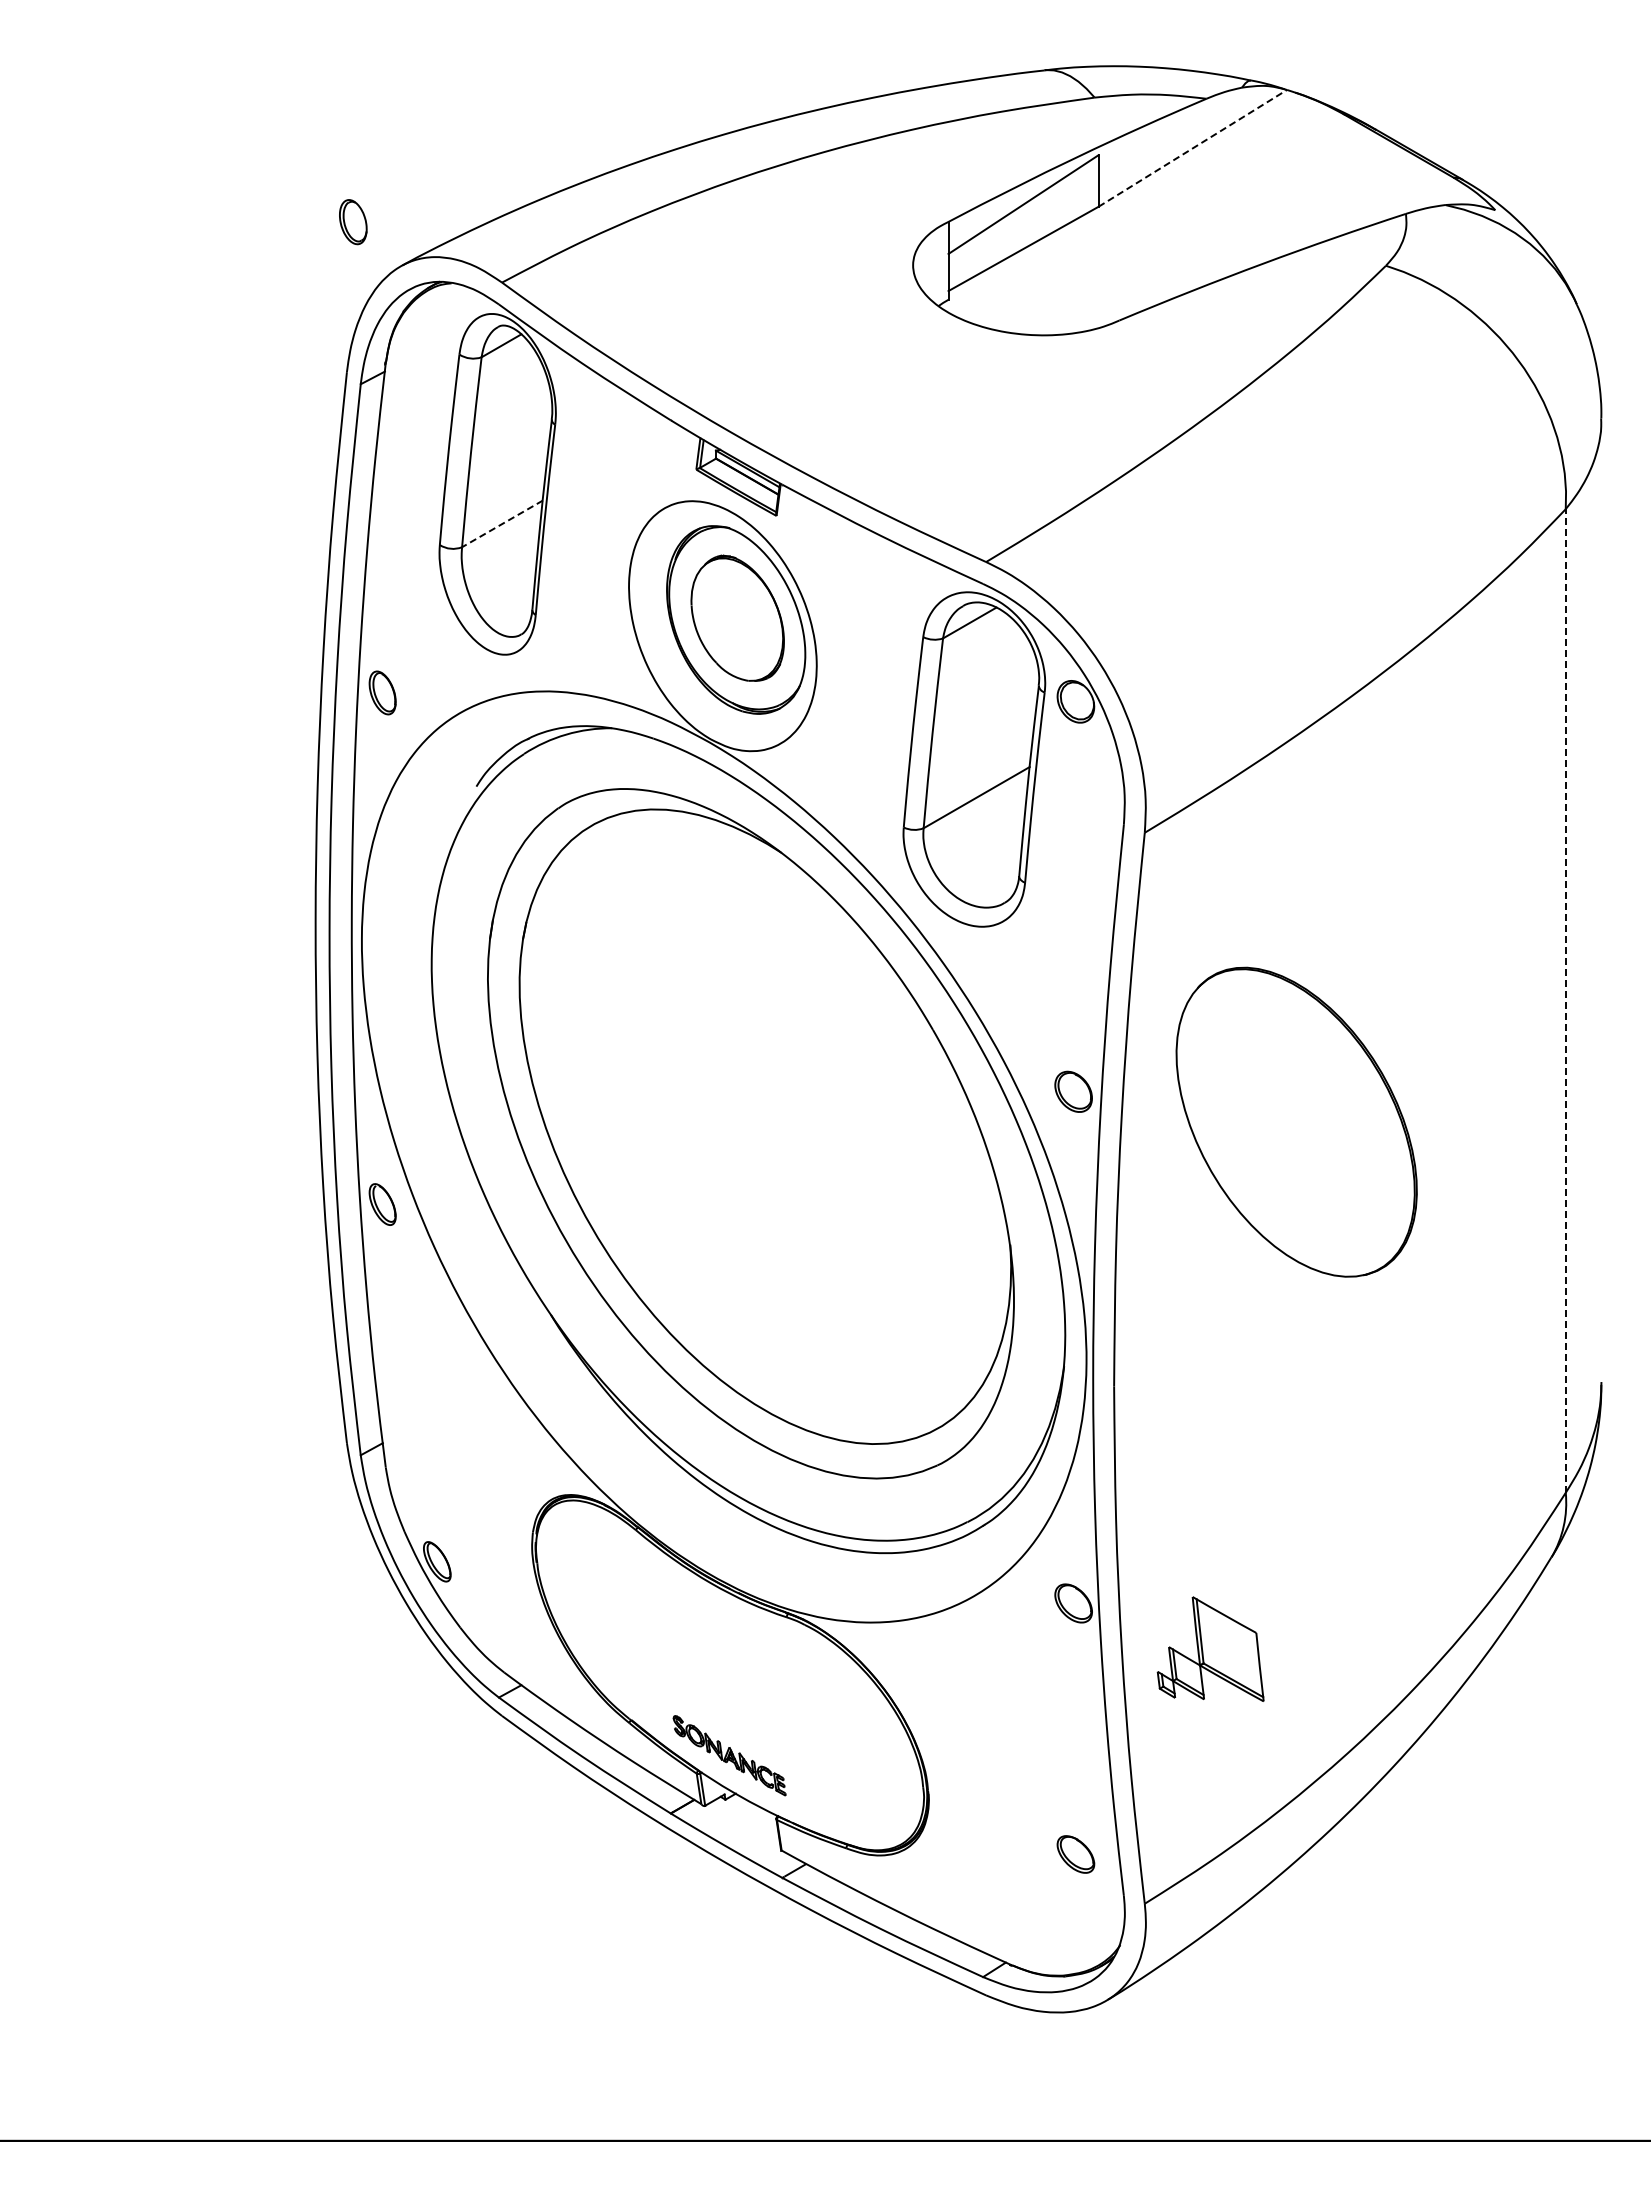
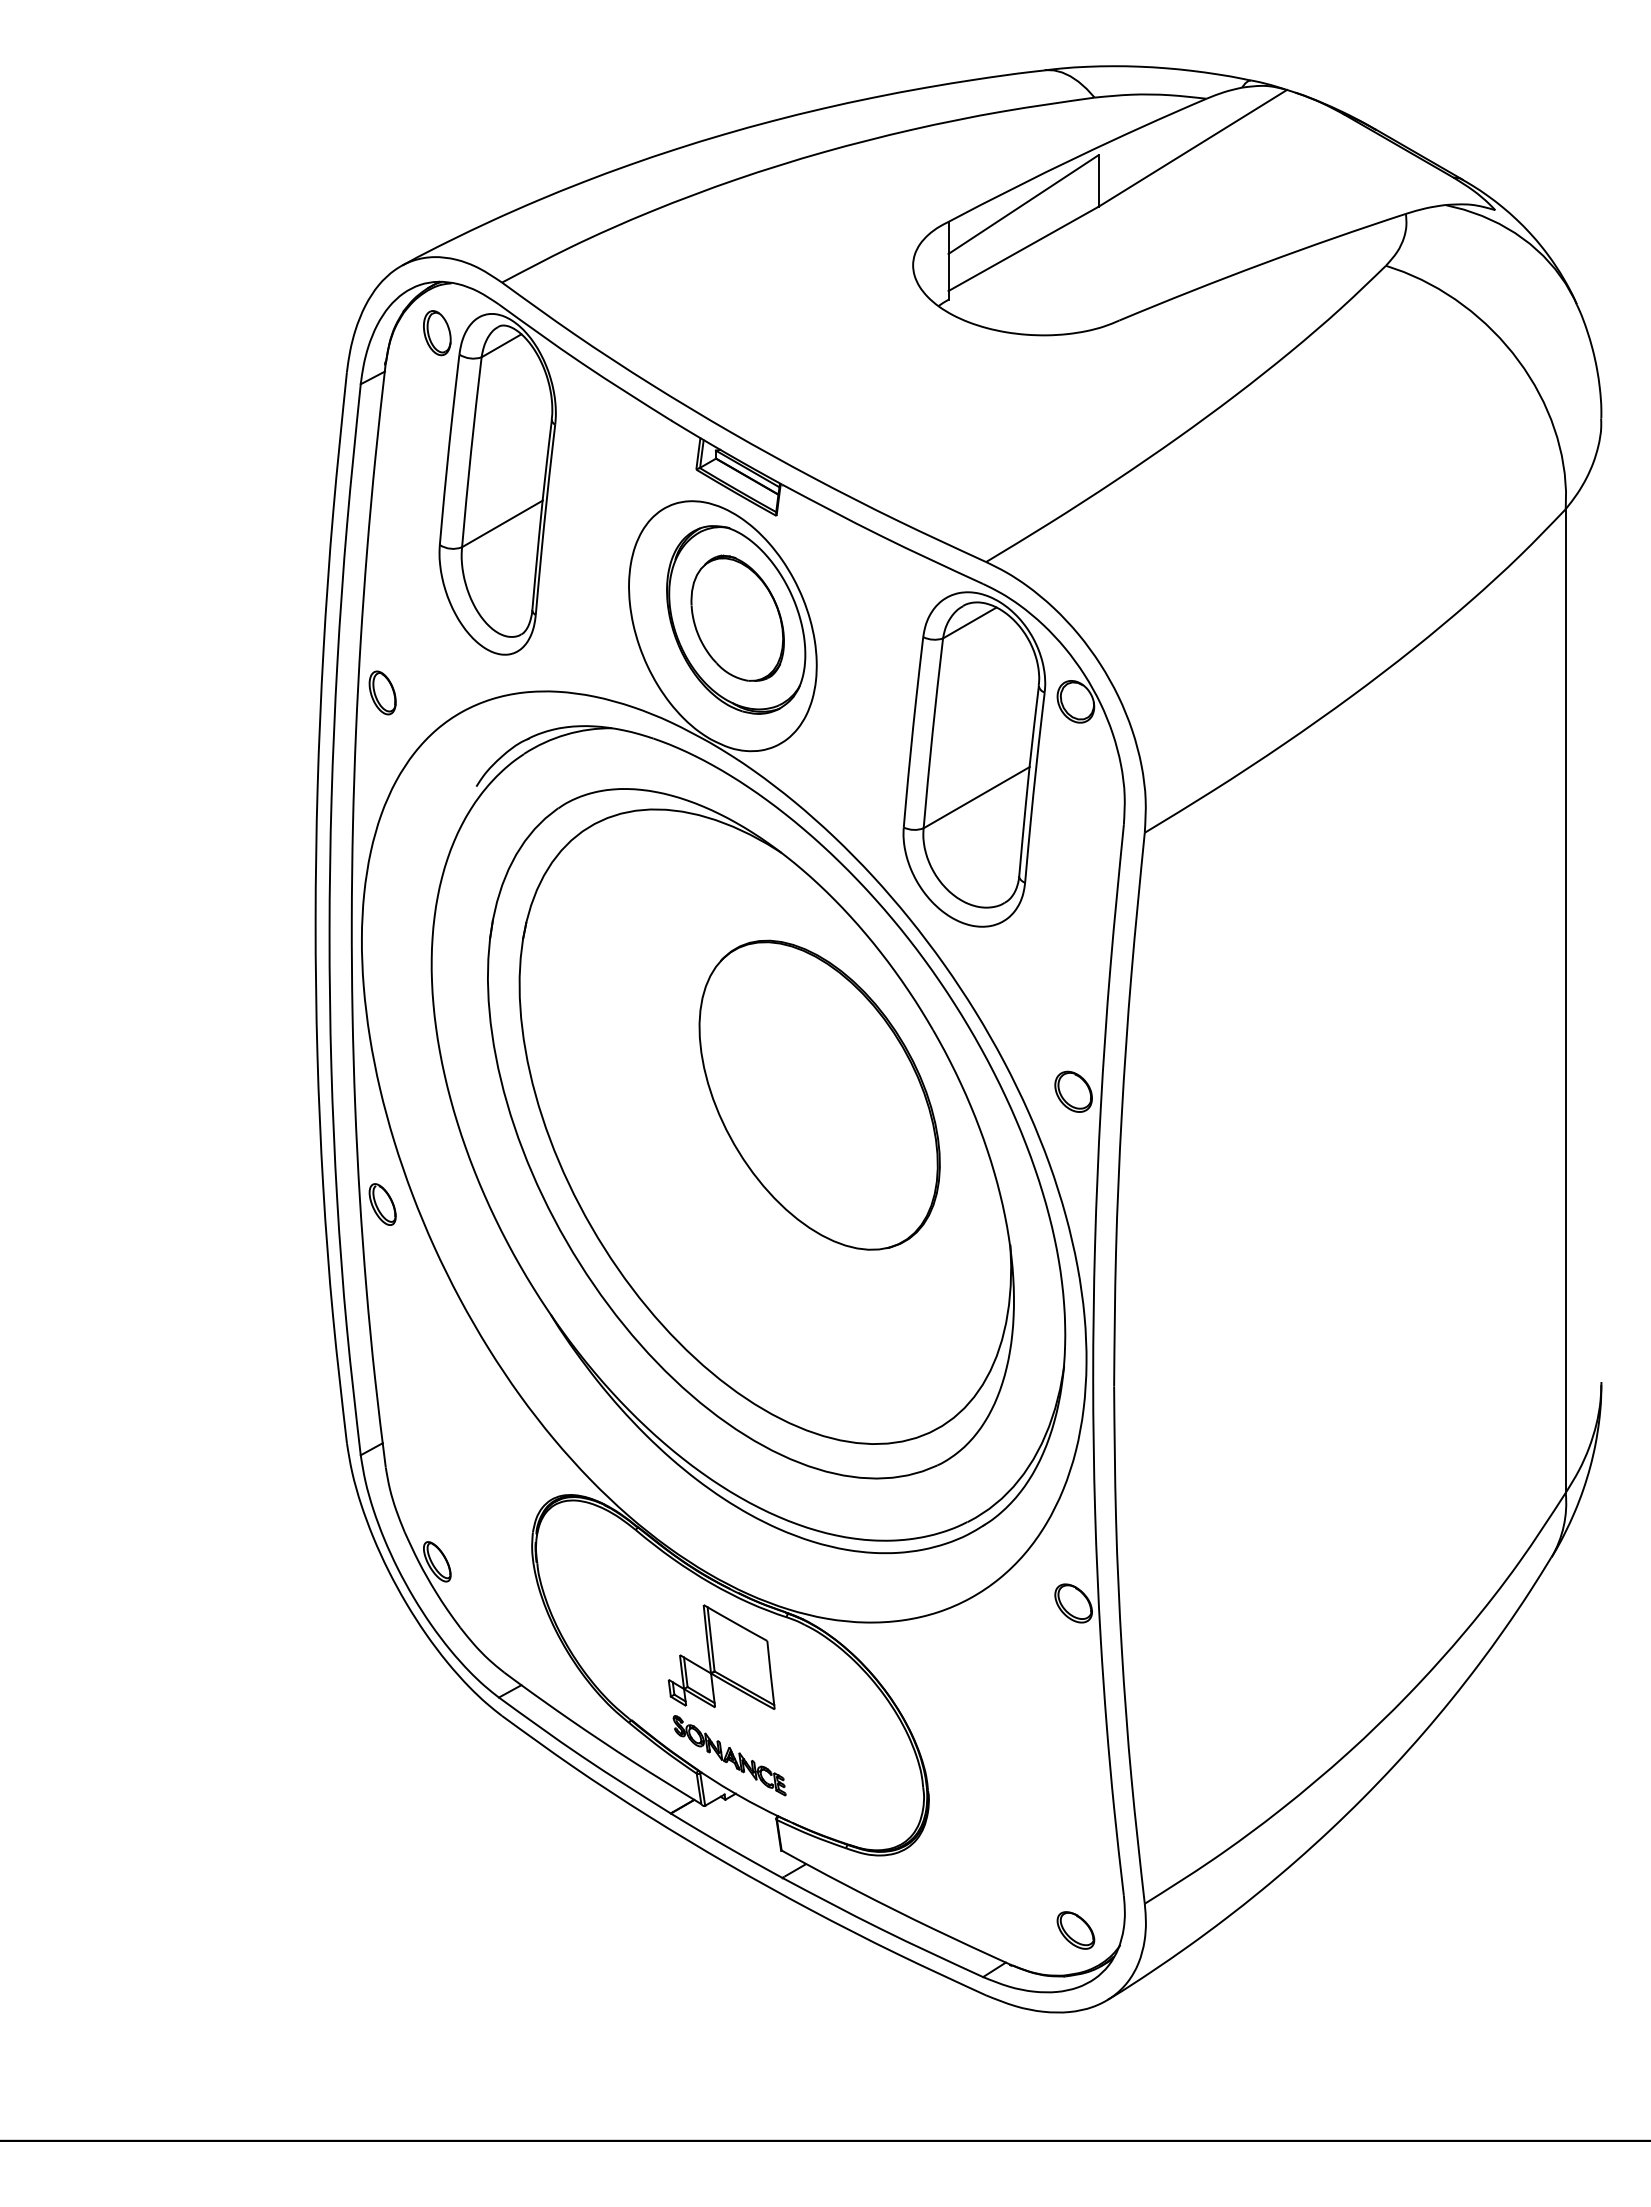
line at (1192, 148): dashed -> solid
part at (353, 222) position: (353, 222) -> (437, 333)
line at (502, 523): dashed -> solid
line at (1565, 1001): dashed -> solid
part at (1296, 1121) position: (1296, 1121) -> (819, 1094)
part at (1210, 1648) position: (1210, 1648) -> (721, 1656)
part at (1075, 1854) position: (1075, 1854) -> (1075, 1930)
